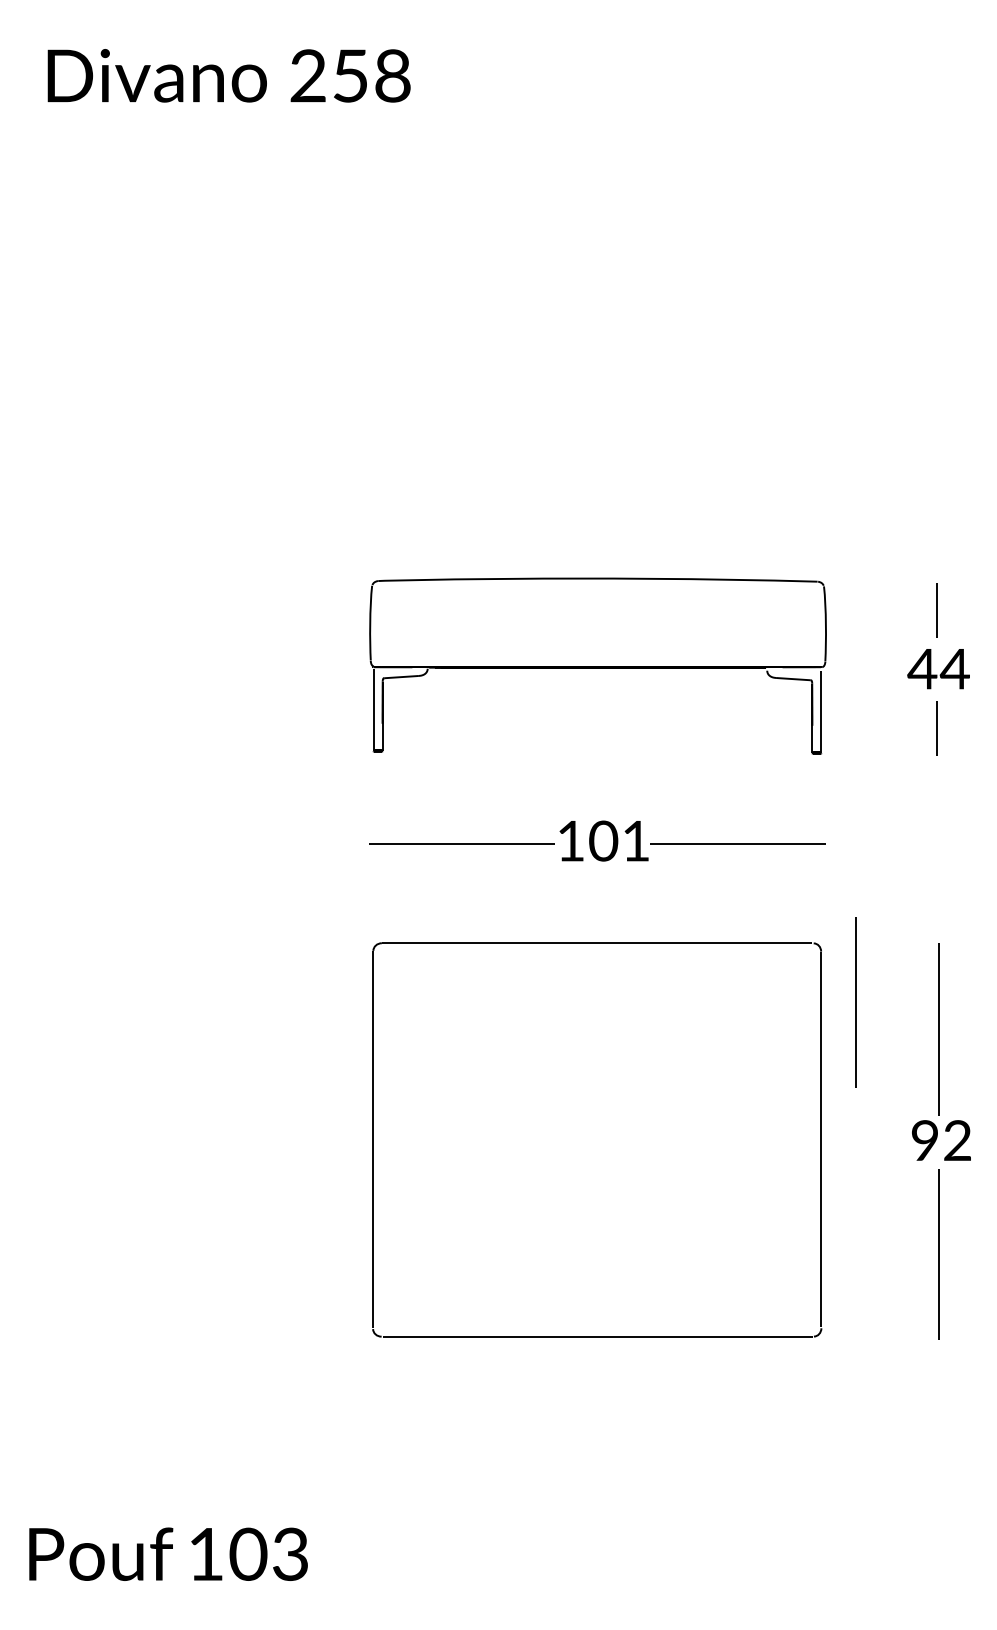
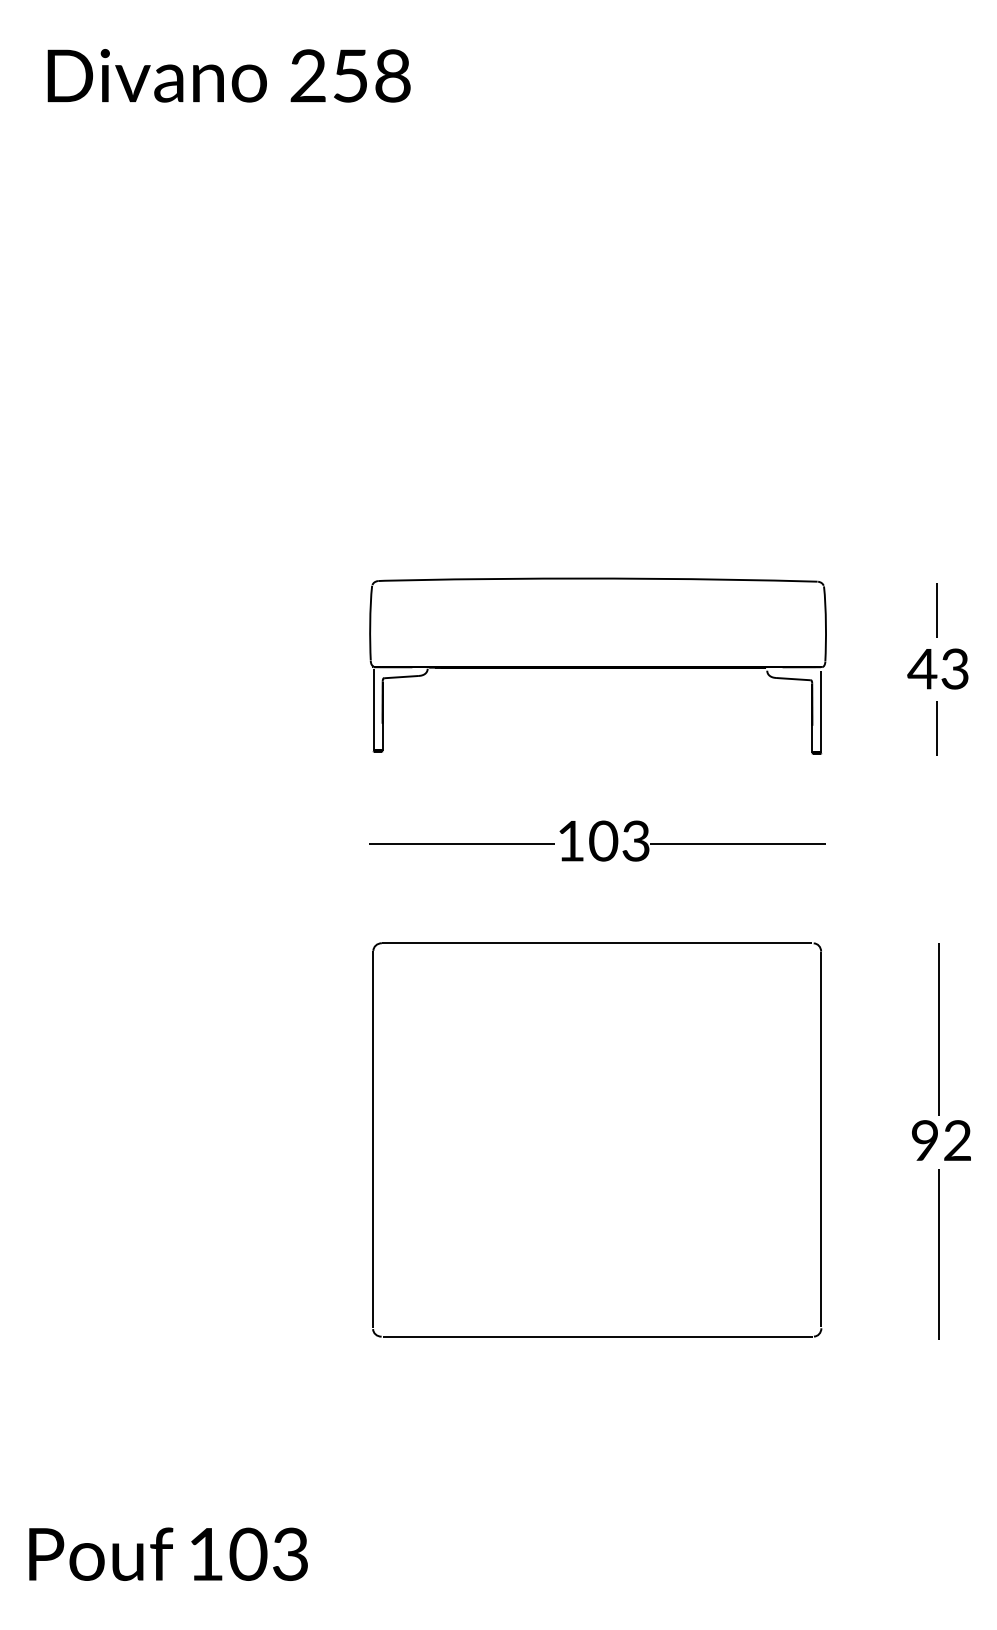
text at (954, 668): 44 -> 43
text at (635, 840): 101 -> 103
line at (855, 1002): present -> none
